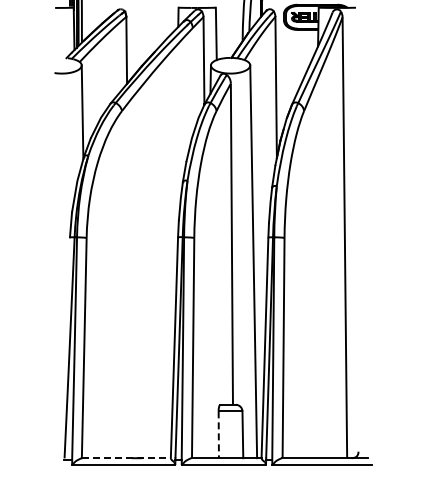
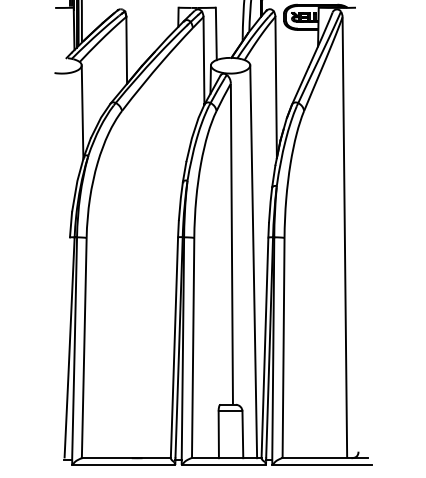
line at (218, 435): dashed -> solid
line at (126, 458): dashed -> solid
